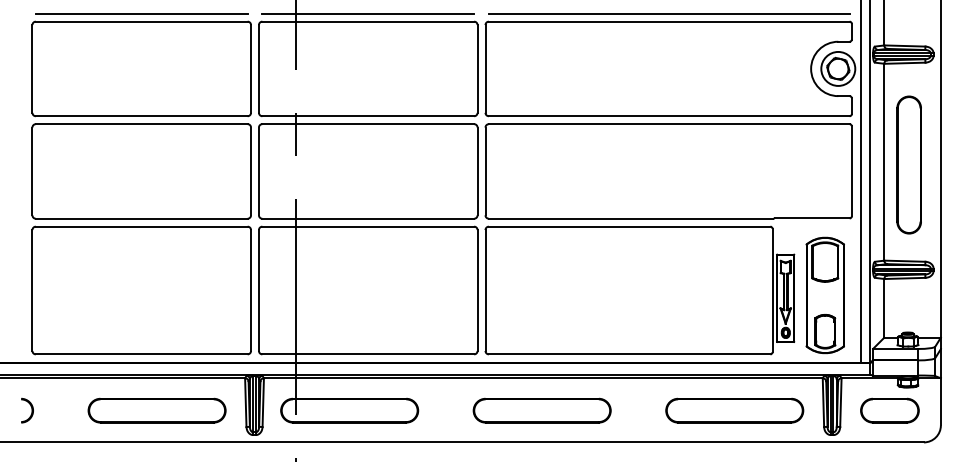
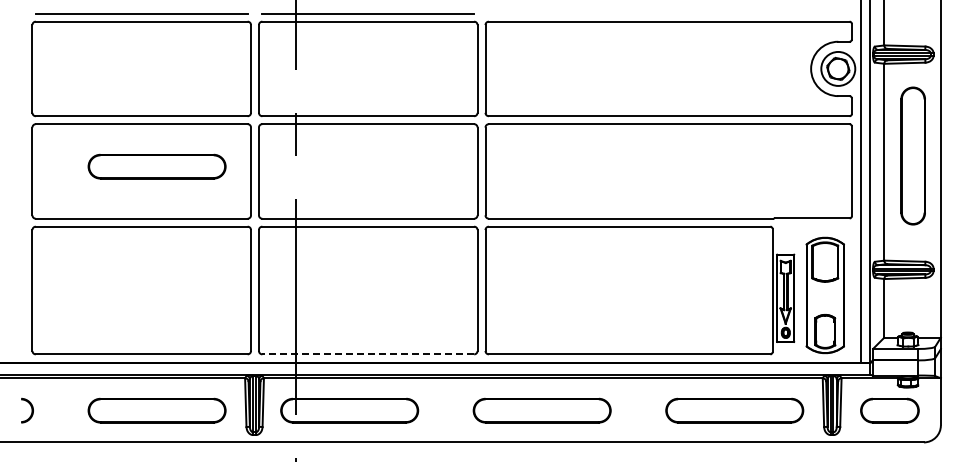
line at (668, 13): present -> none
part at (908, 164) position: (908, 164) -> (912, 155)
part at (156, 166): none -> present
line at (368, 354): solid -> dashed
